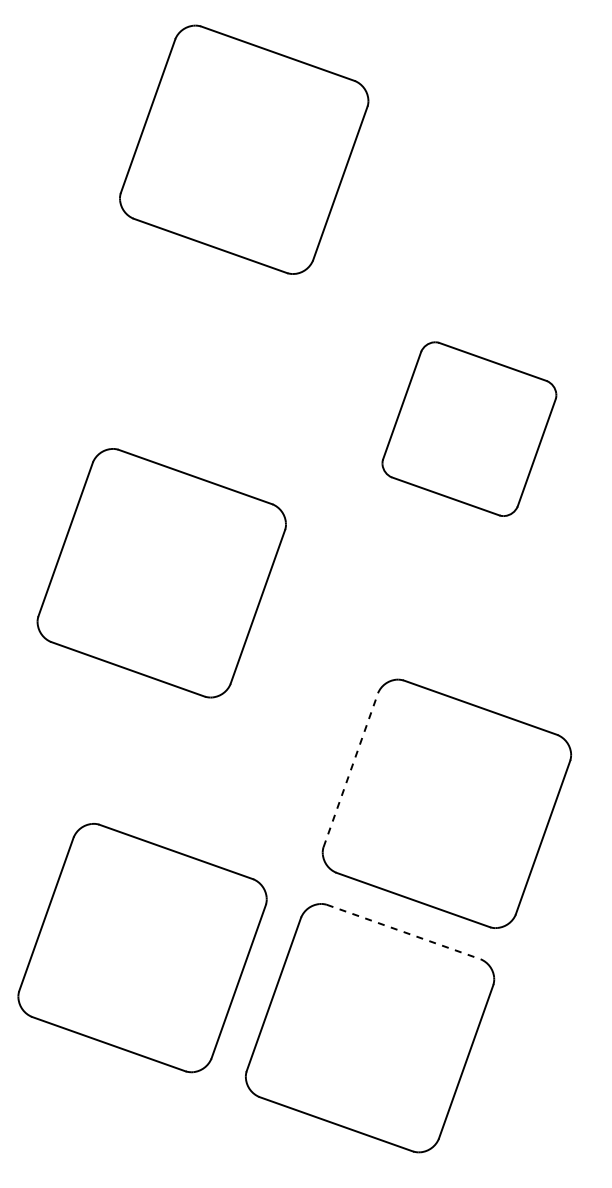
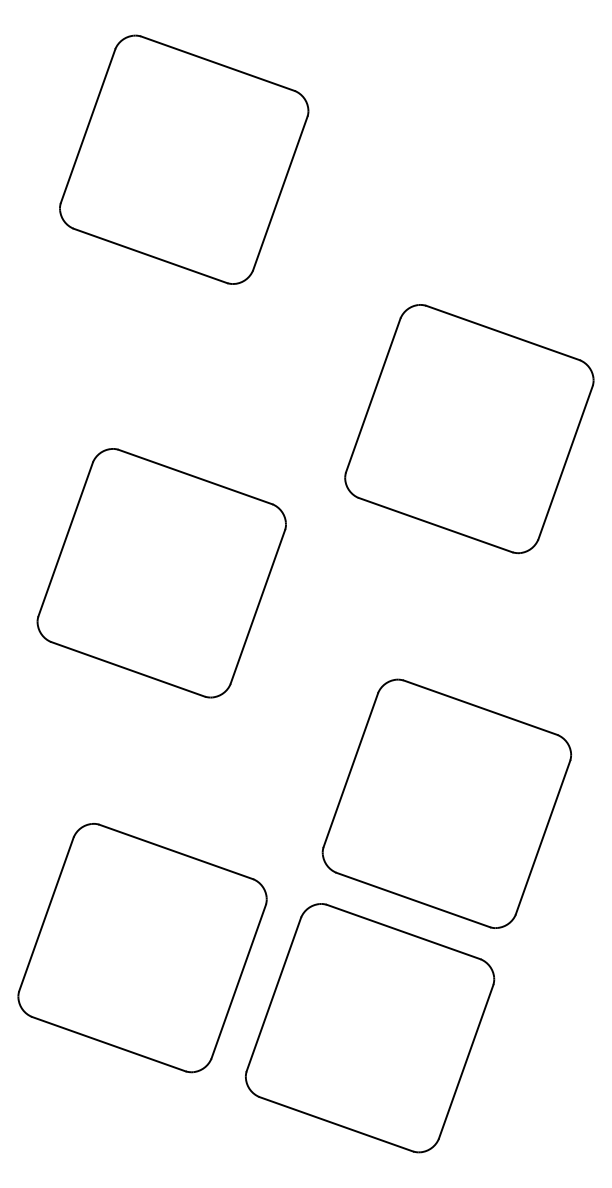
part at (244, 149) position: (244, 149) -> (184, 159)
part at (469, 428) size: 177x176 px -> 251x251 px
line at (350, 770): dashed -> solid
line at (403, 932): dashed -> solid
